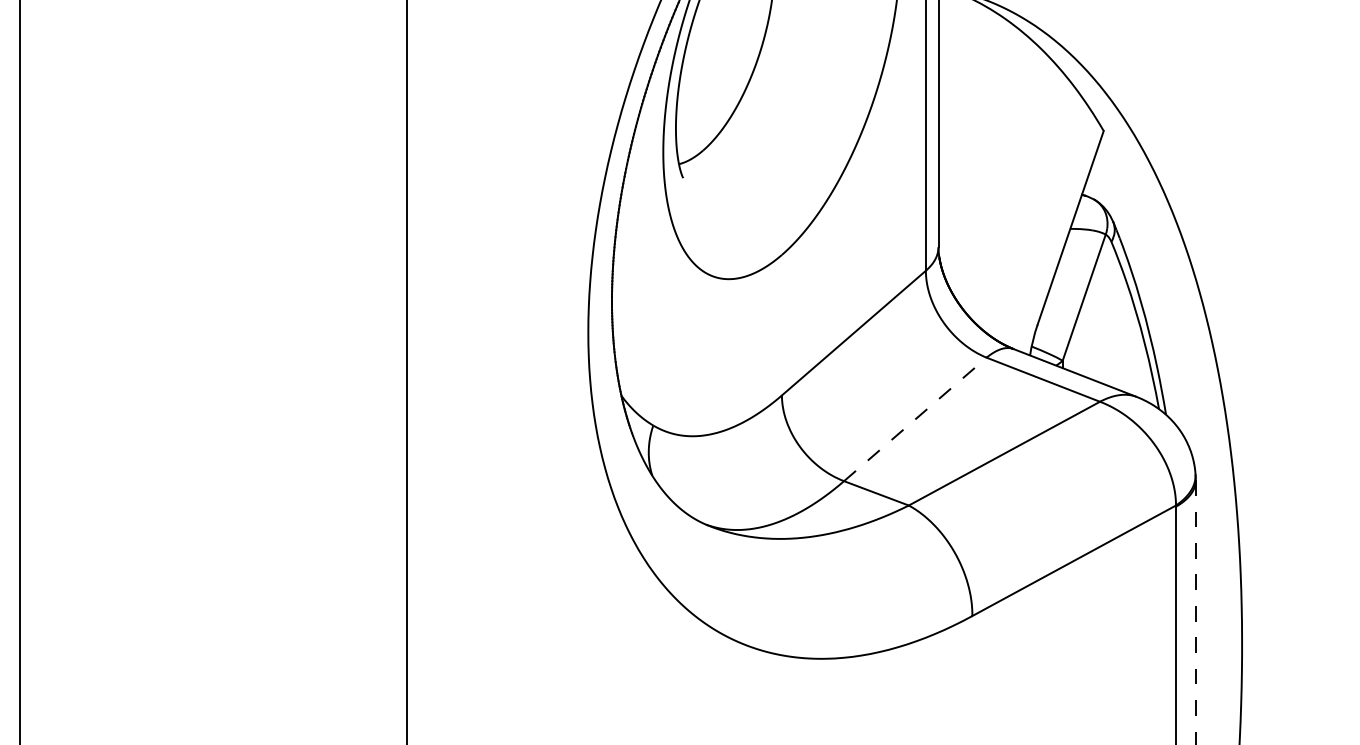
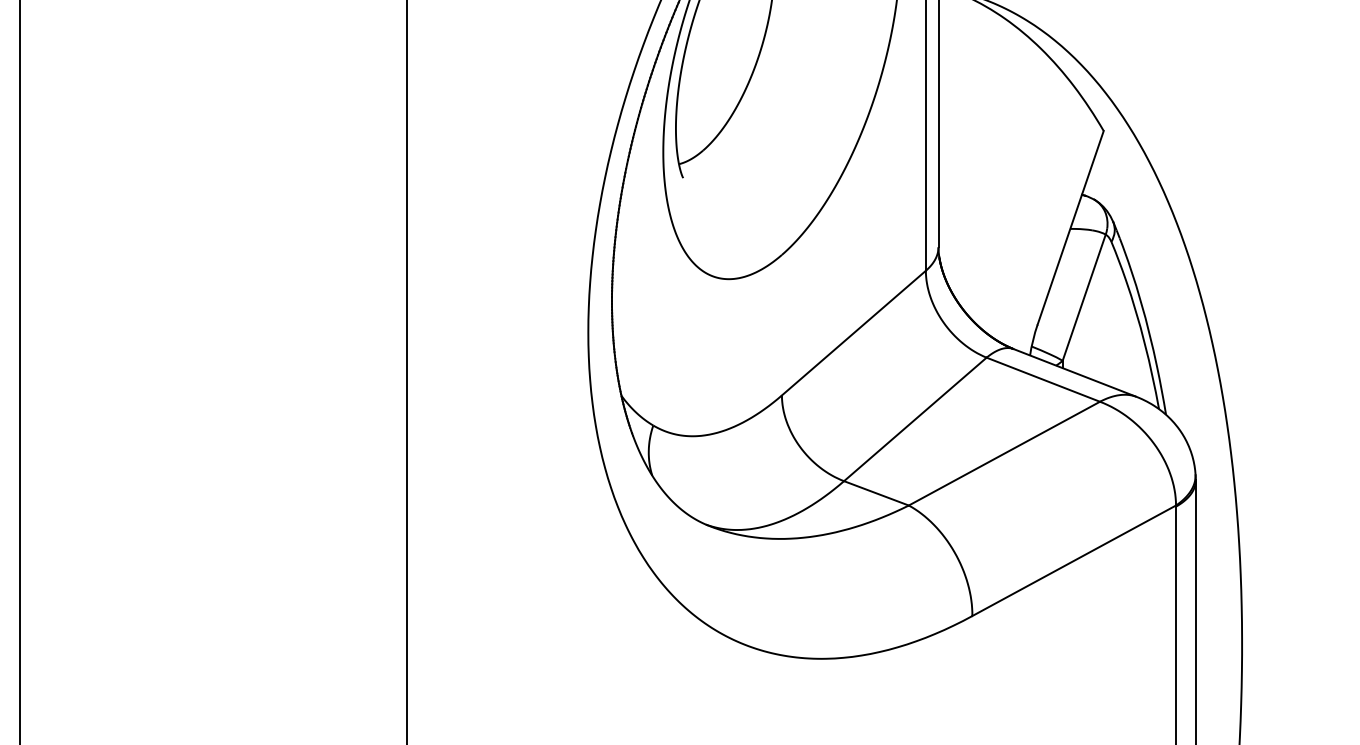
line at (915, 419): dashed -> solid
line at (1195, 612): dashed -> solid
